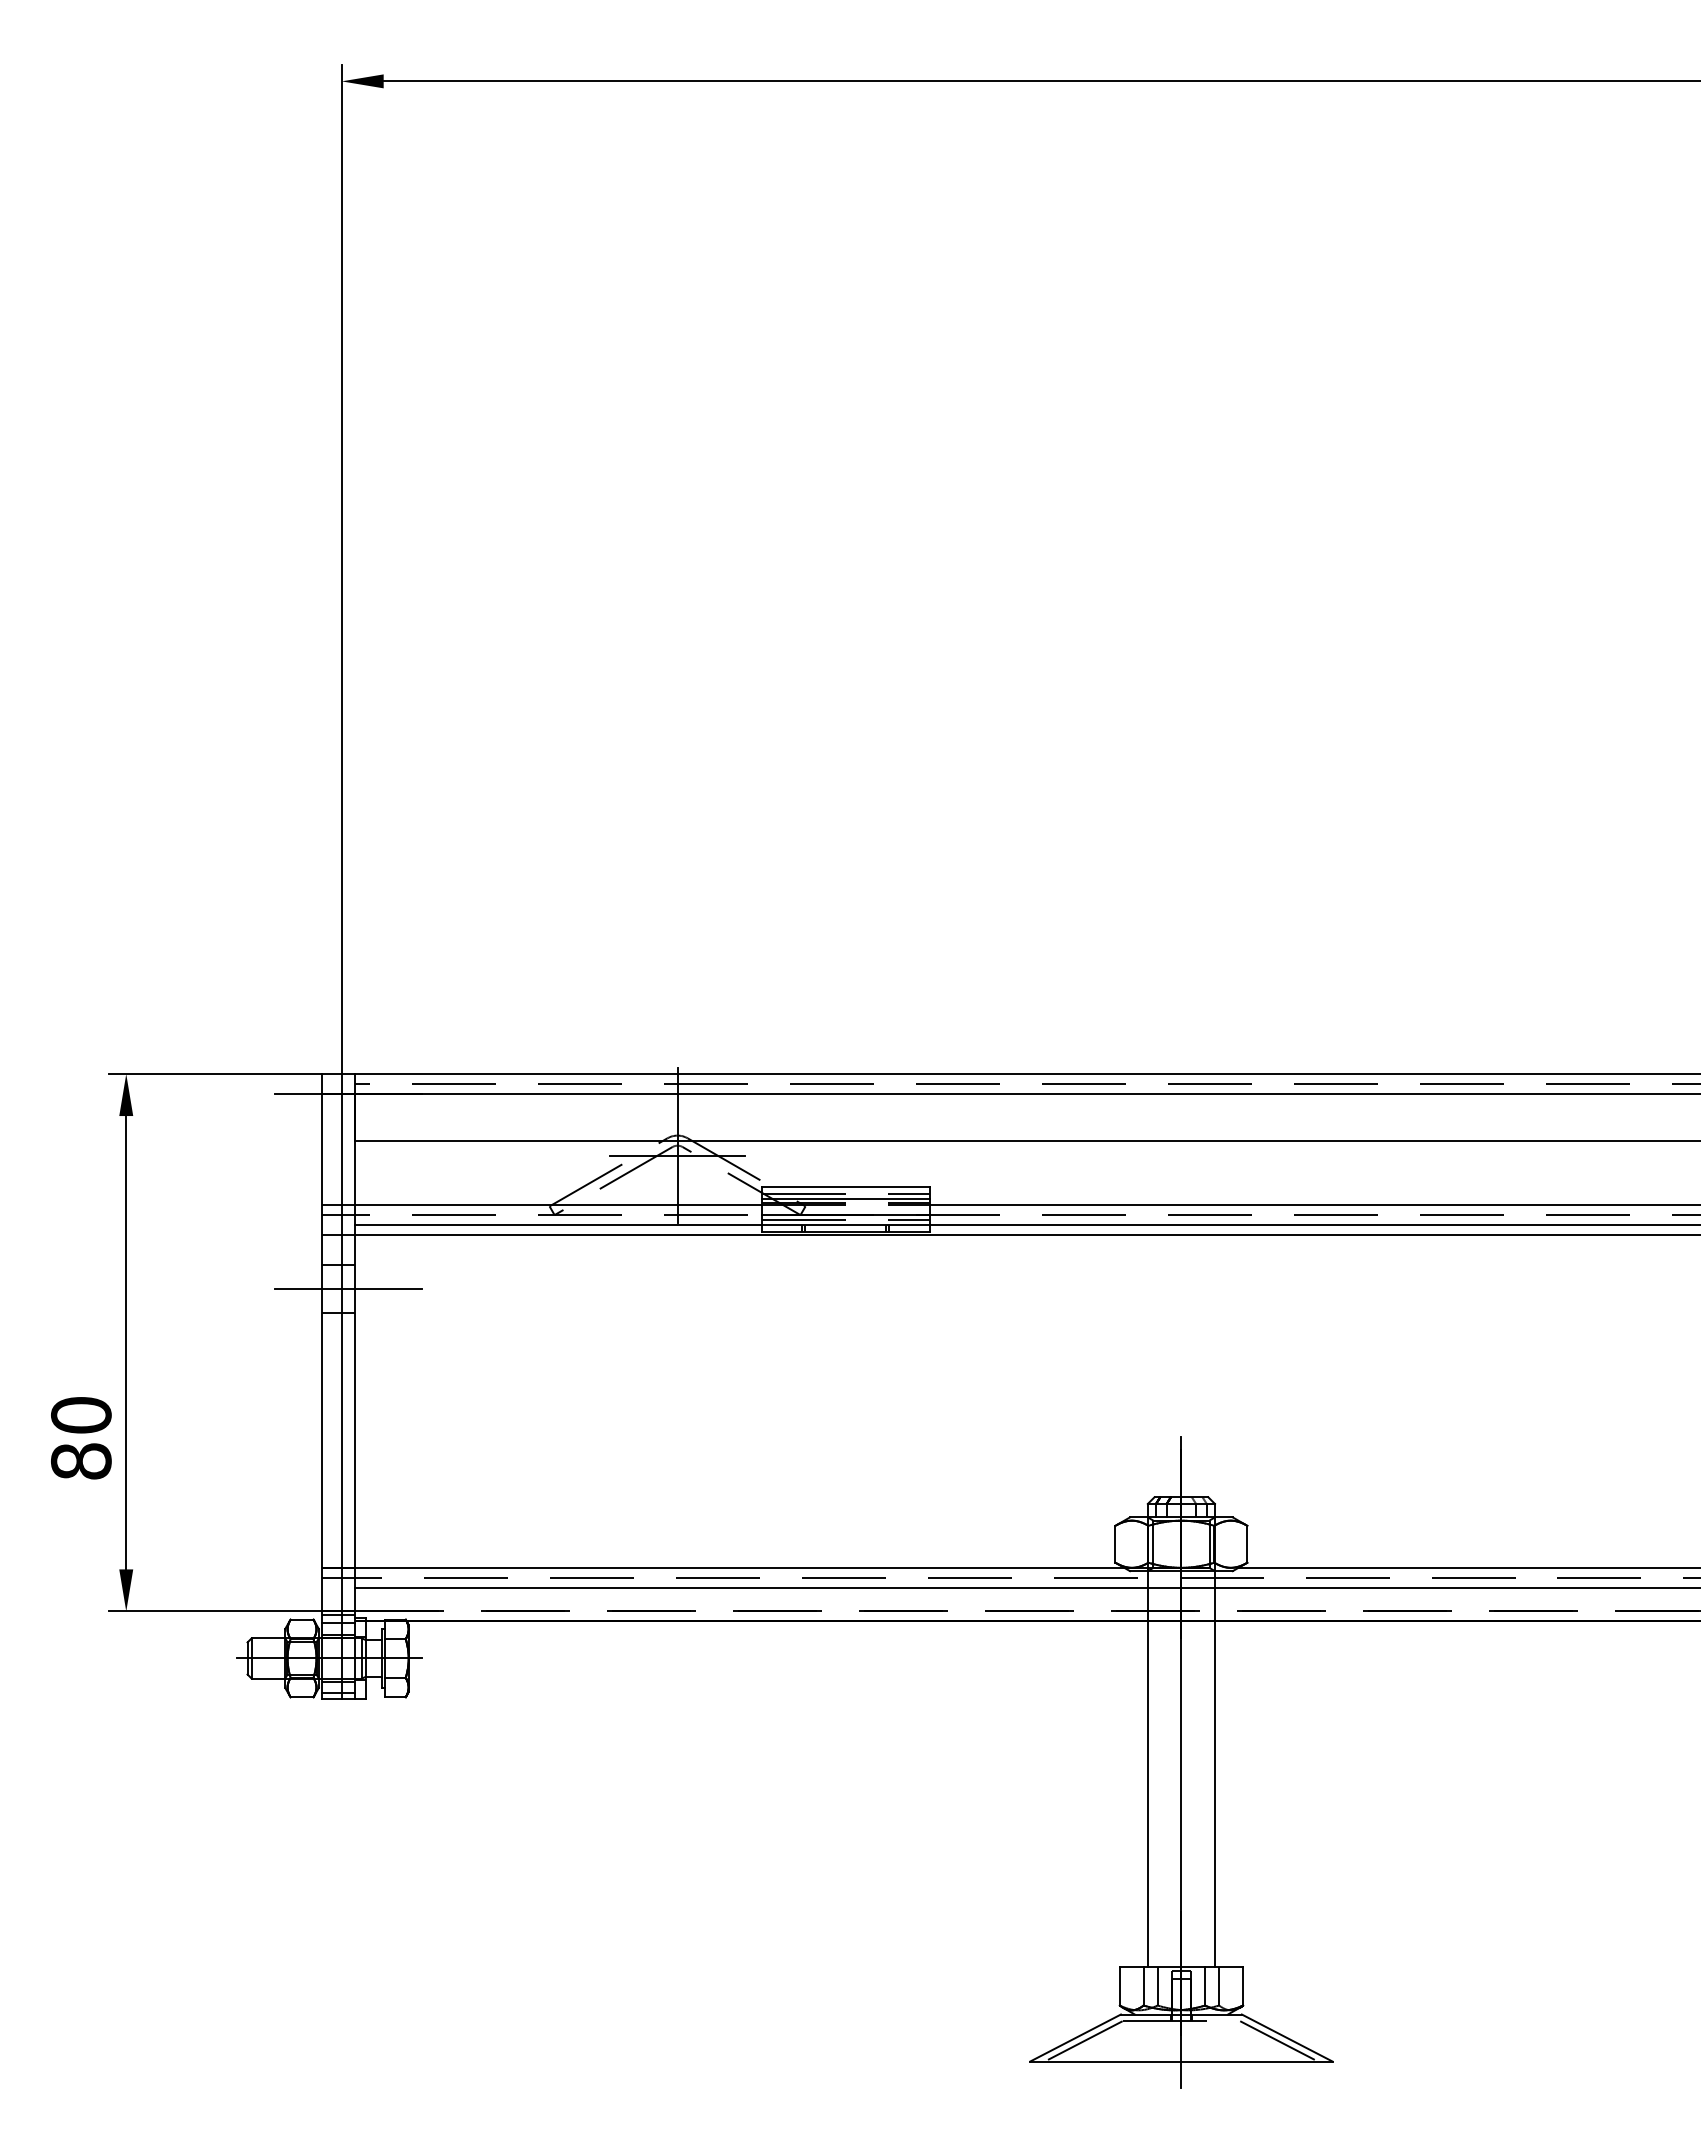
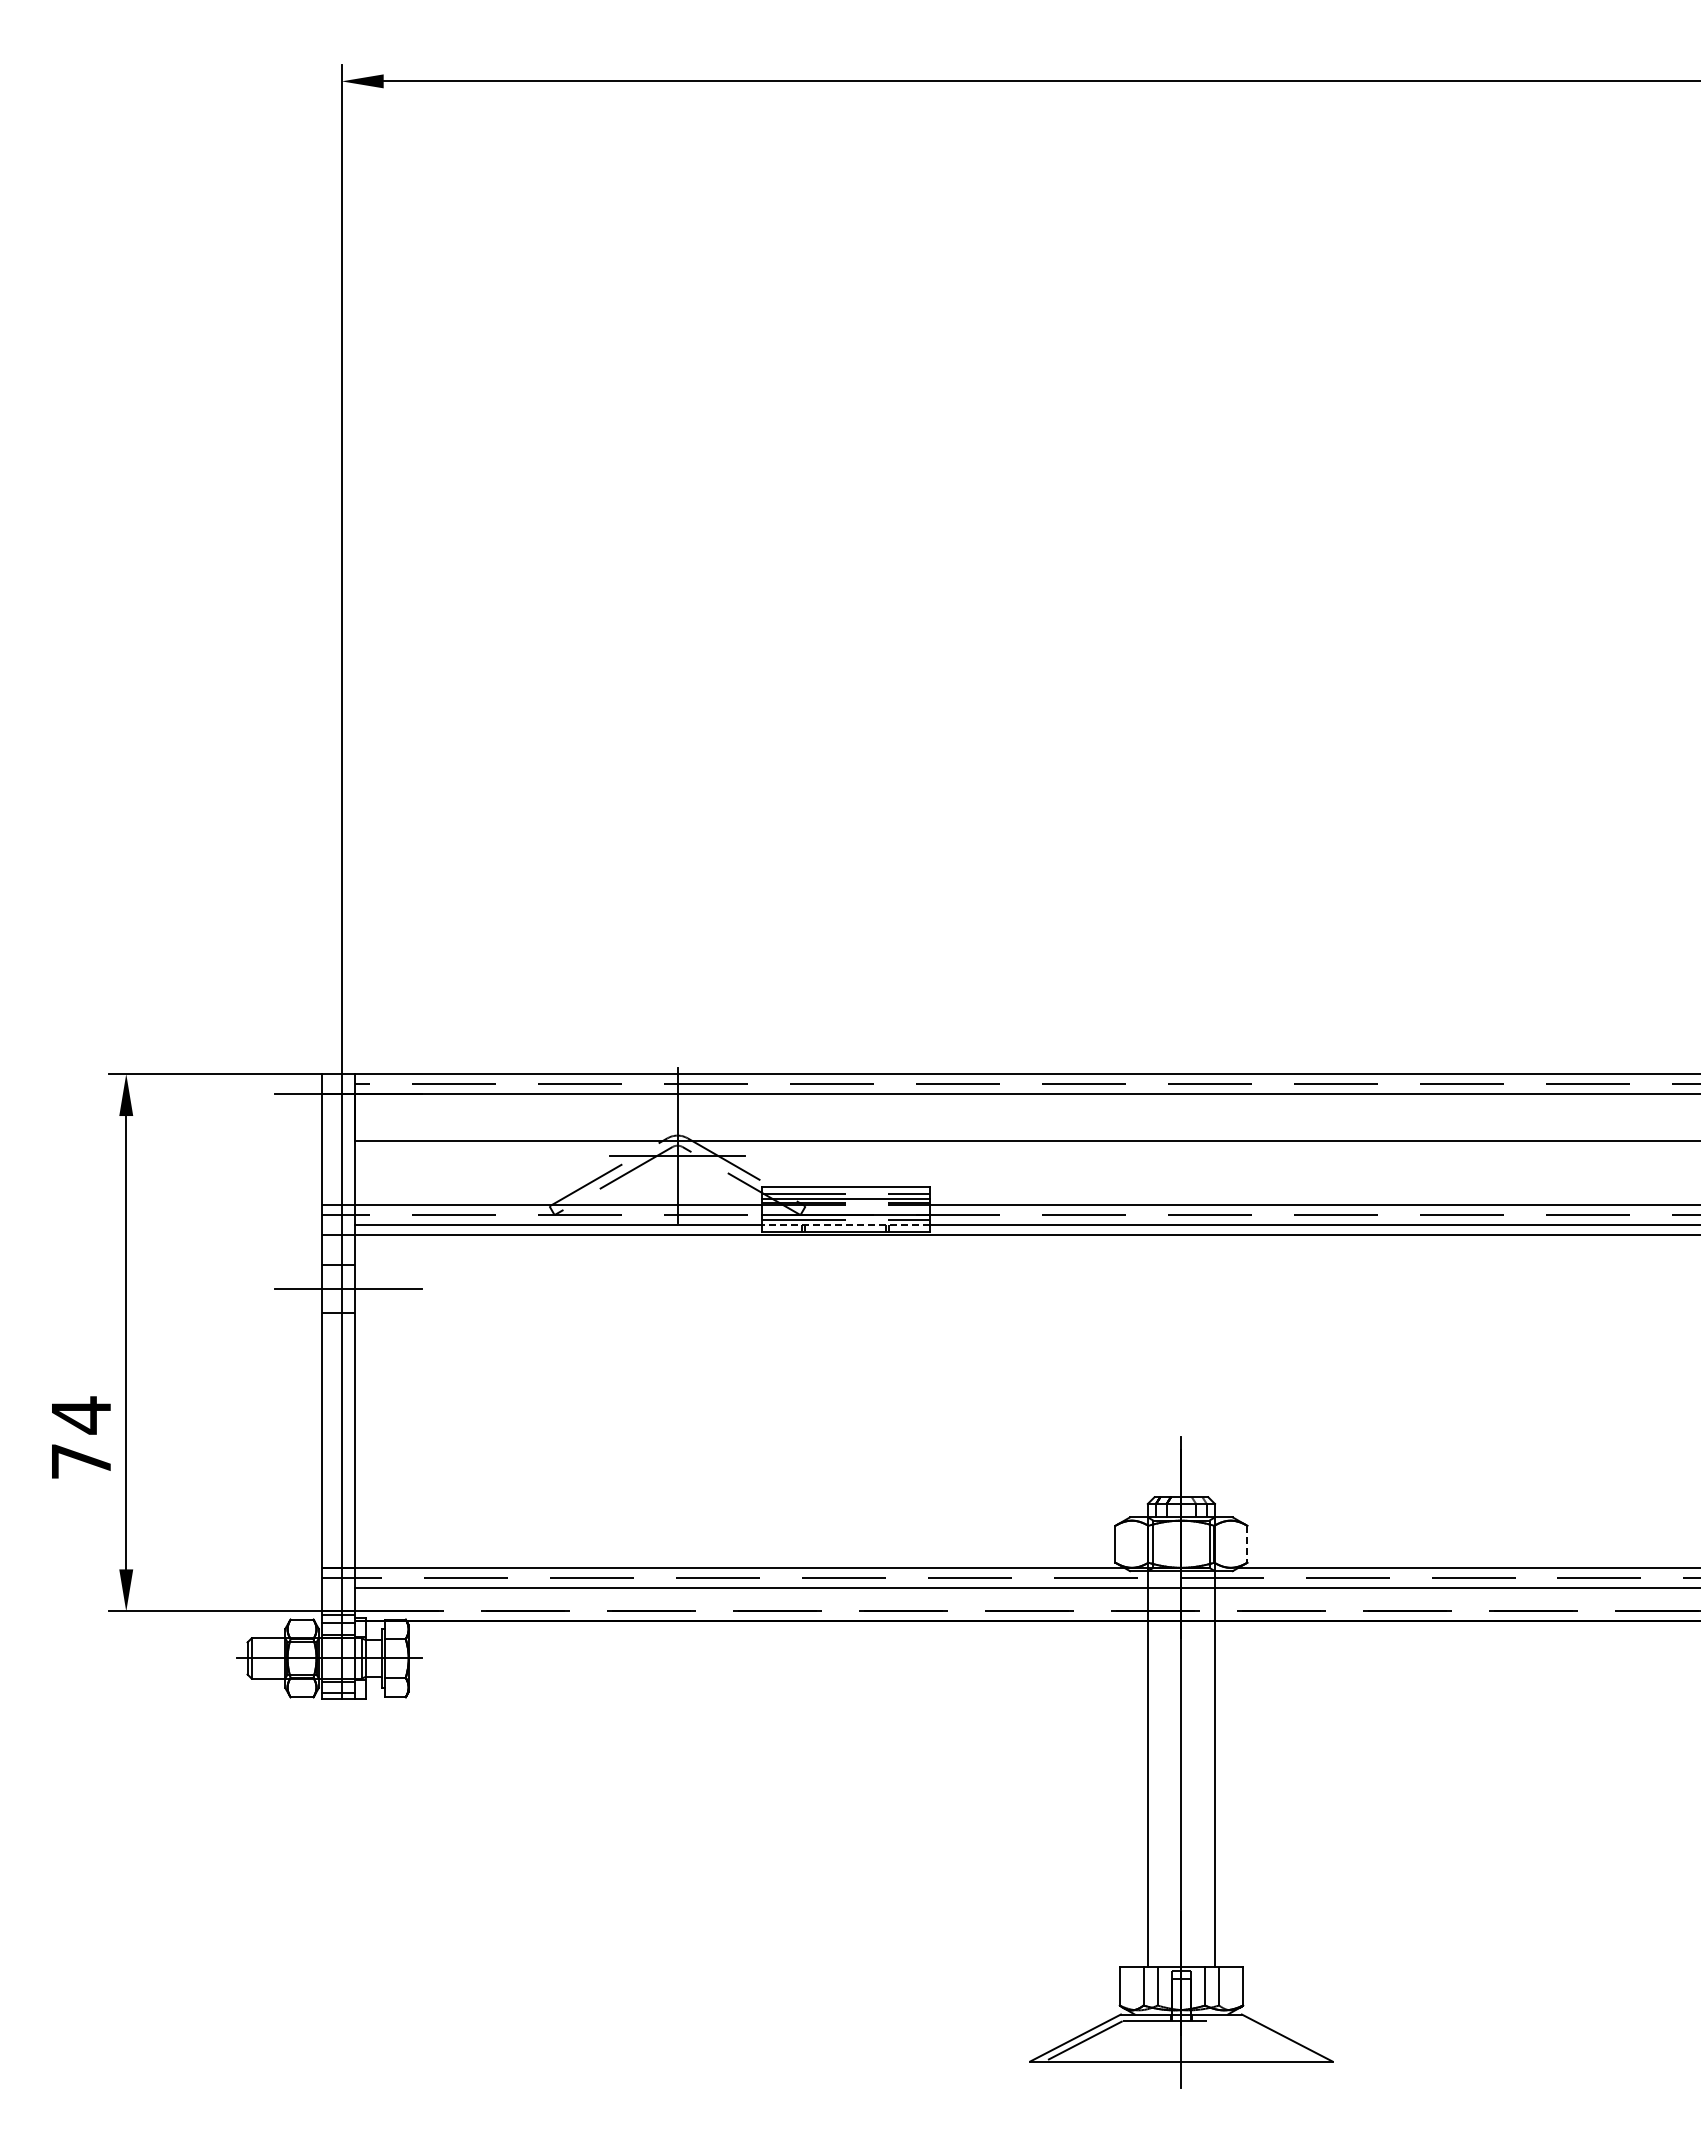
line at (845, 1225): solid -> dashed
text at (81, 1437): 80 -> 74
line at (1247, 1544): solid -> dashed
line at (1278, 2041): present -> none
